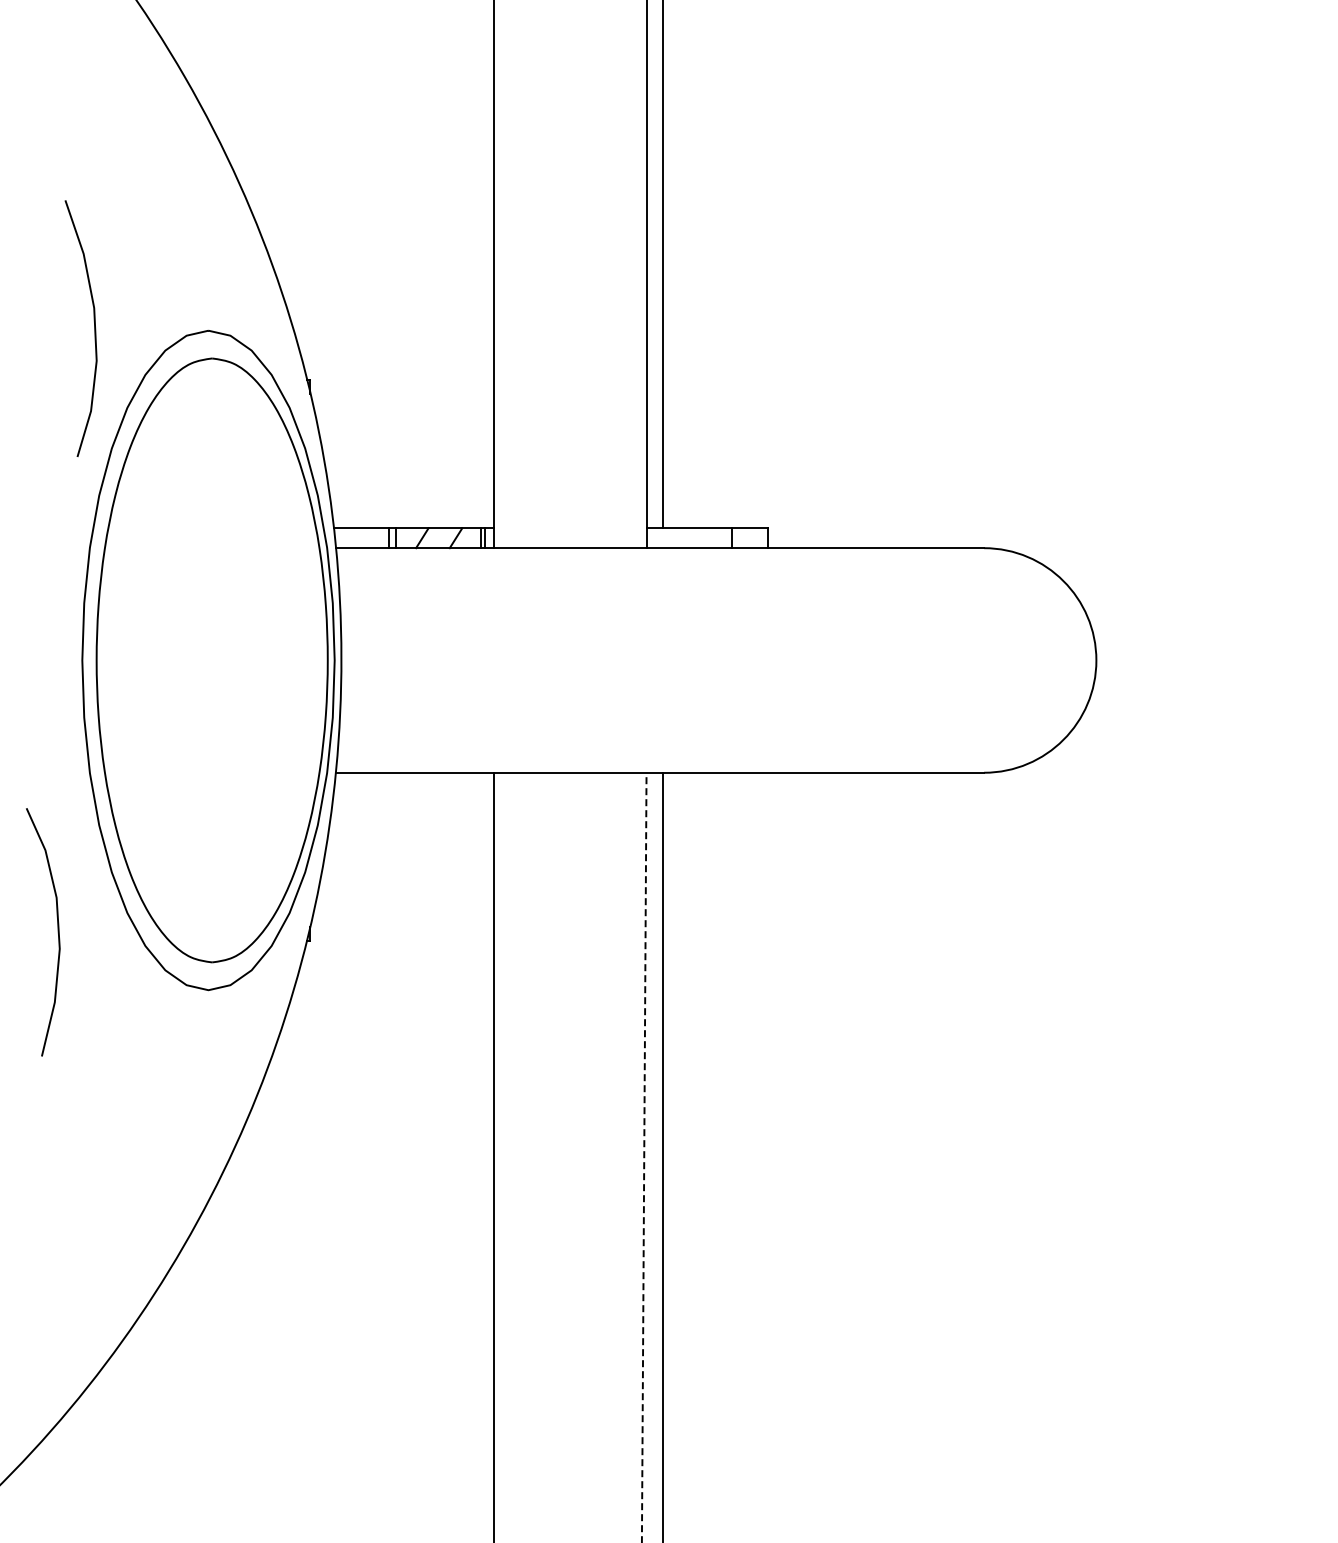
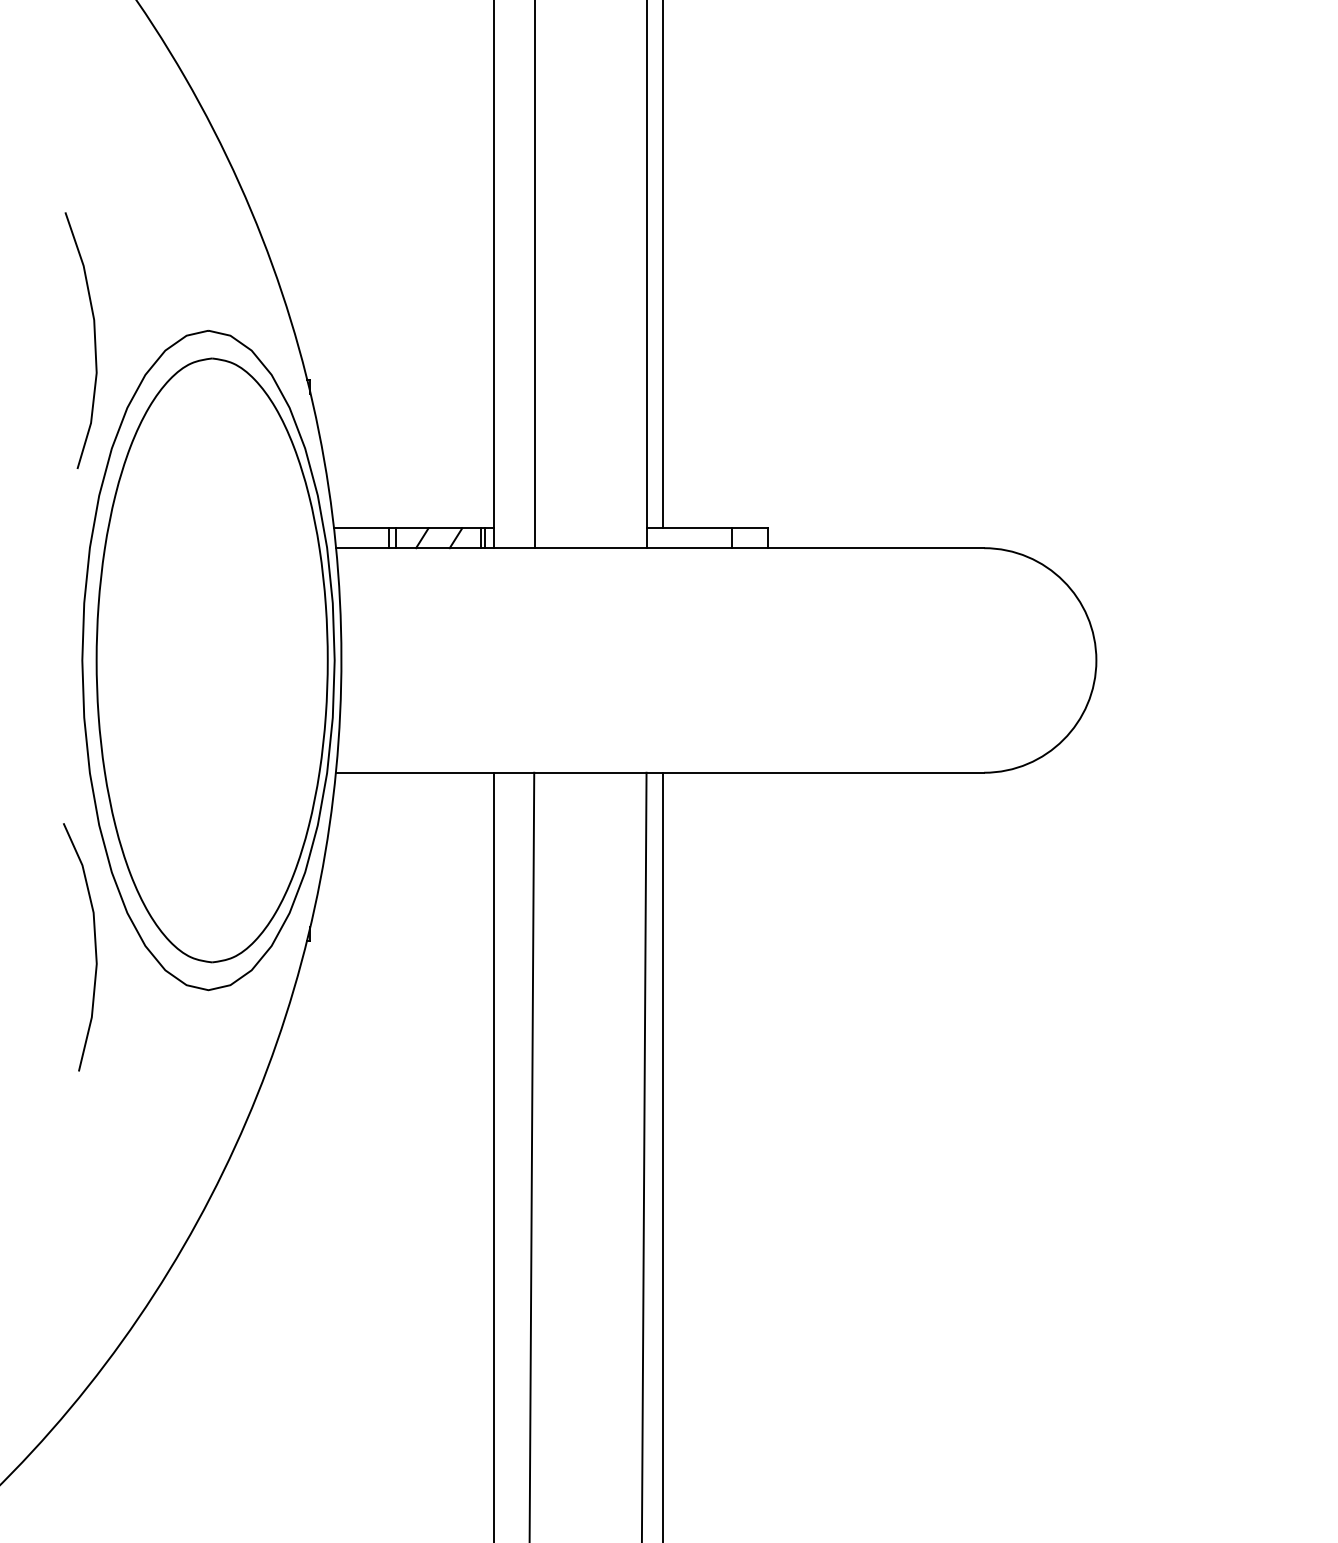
line at (534, 275): none -> present
curve at (94, 328) position: (94, 328) -> (94, 340)
curve at (57, 932) position: (57, 932) -> (94, 947)
line at (531, 1155): none -> present
line at (644, 1157): dashed -> solid
